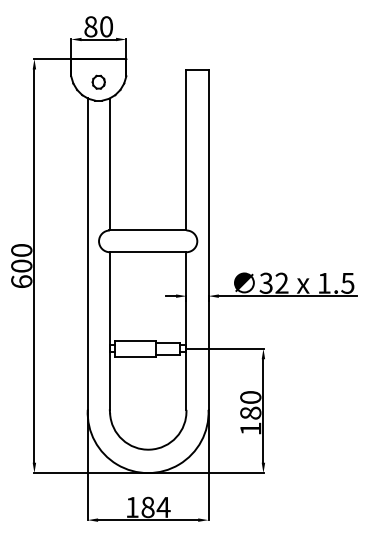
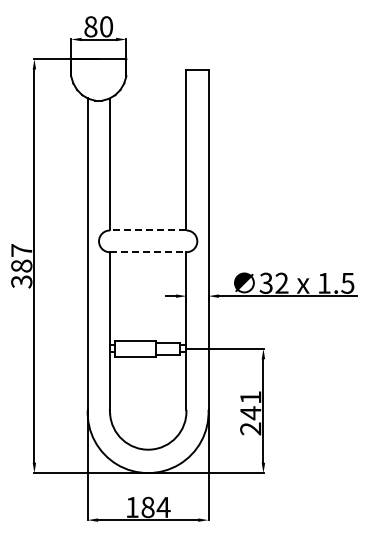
part at (98, 81): present -> none
line at (147, 230): solid -> dashed
line at (148, 252): solid -> dashed
text at (21, 266): 600 -> 387
text at (250, 413): 180 -> 241
